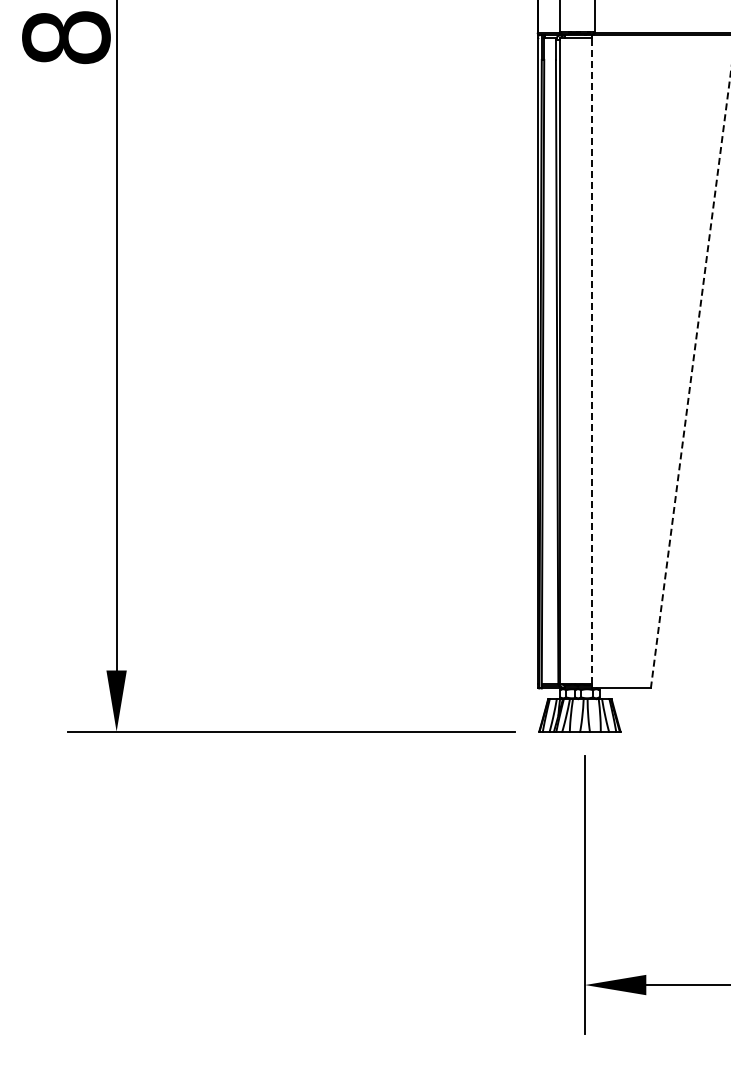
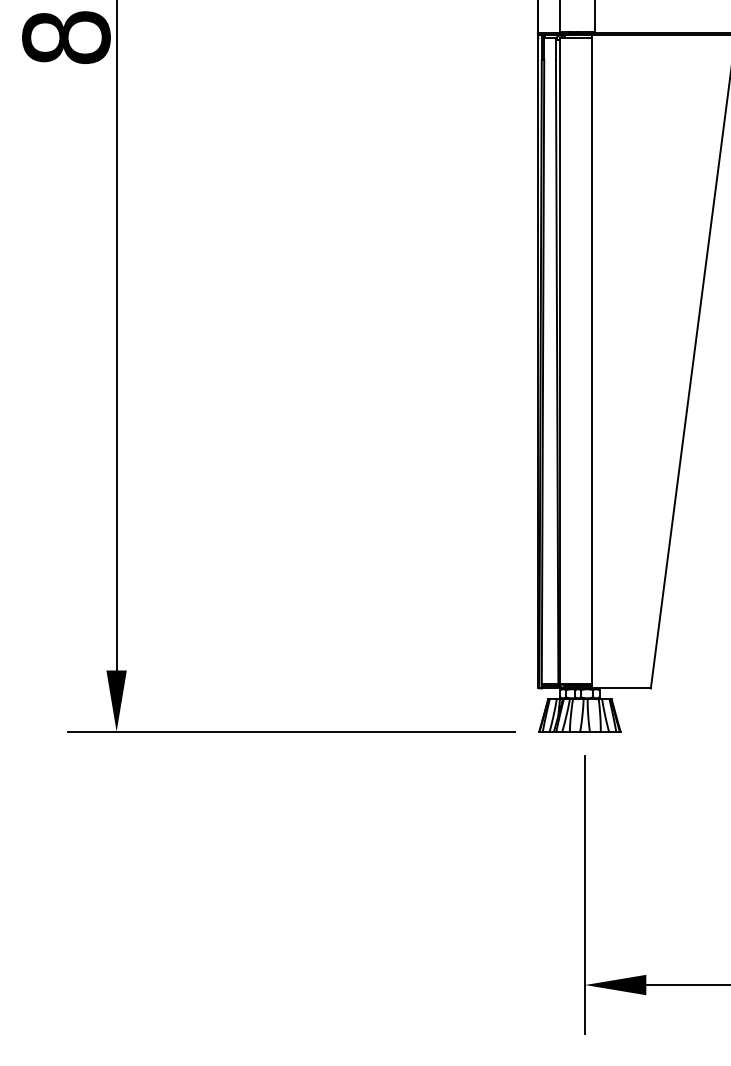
line at (592, 360): dashed -> solid
line at (690, 380): dashed -> solid
